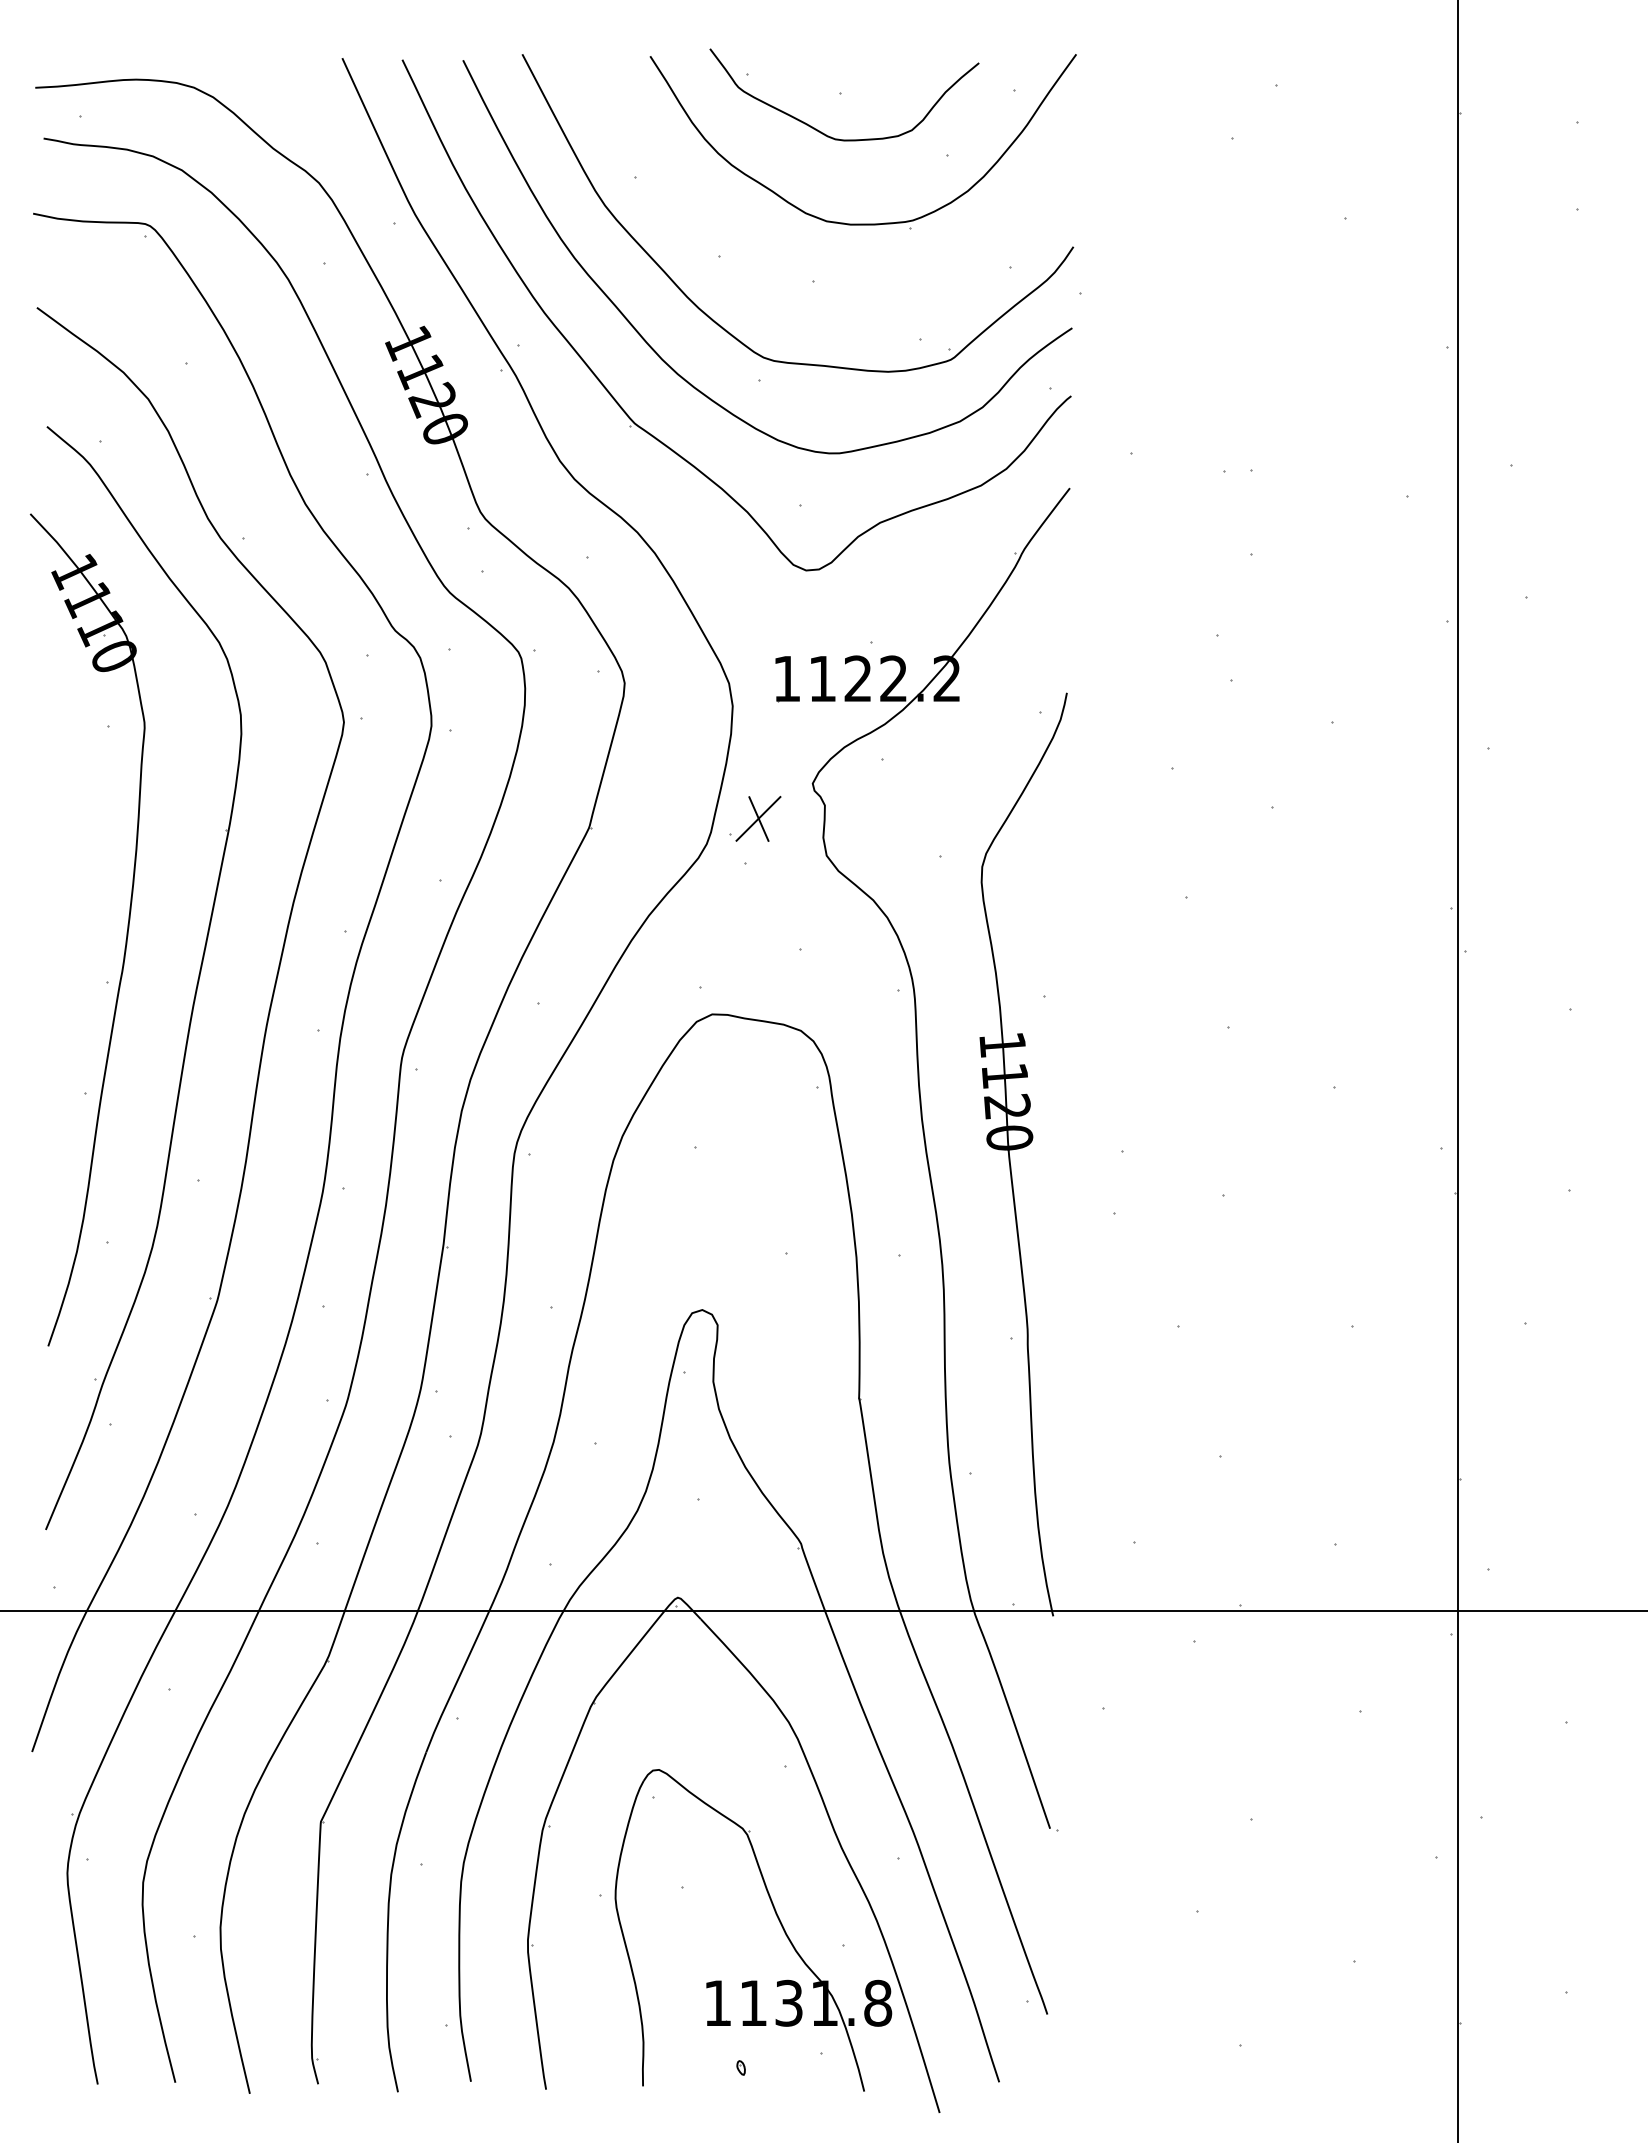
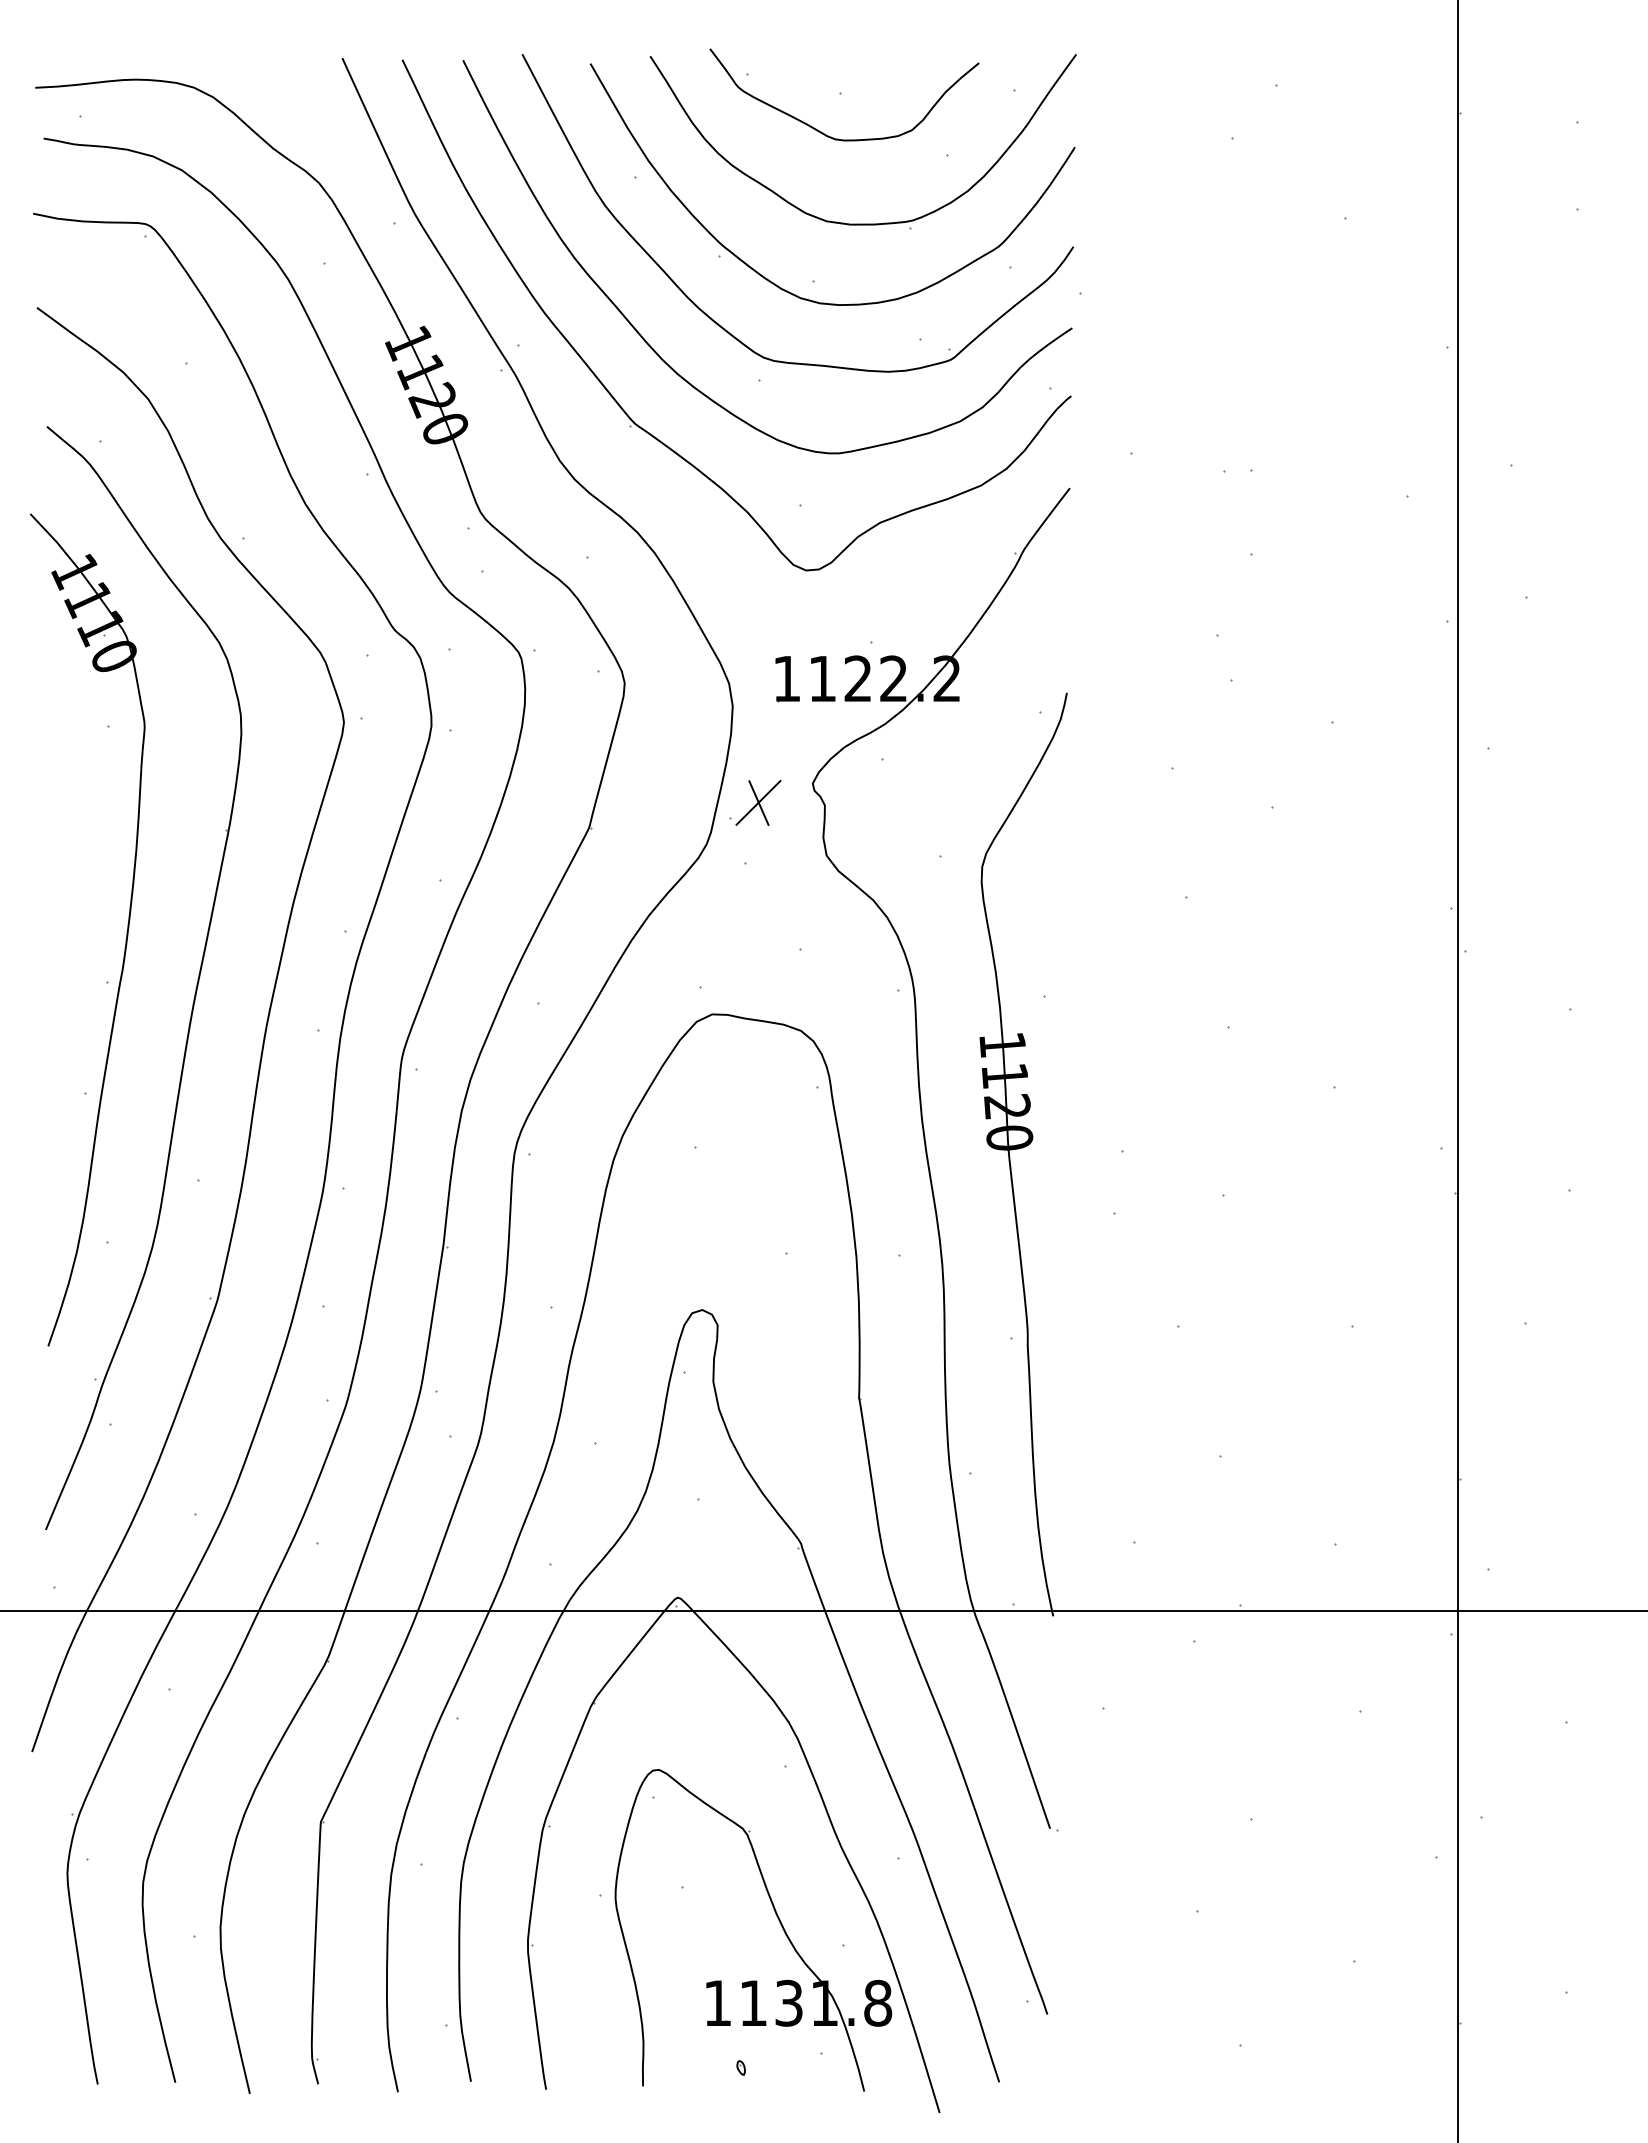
curve at (772, 281): none -> present
part at (755, 818) position: (755, 818) -> (755, 802)
